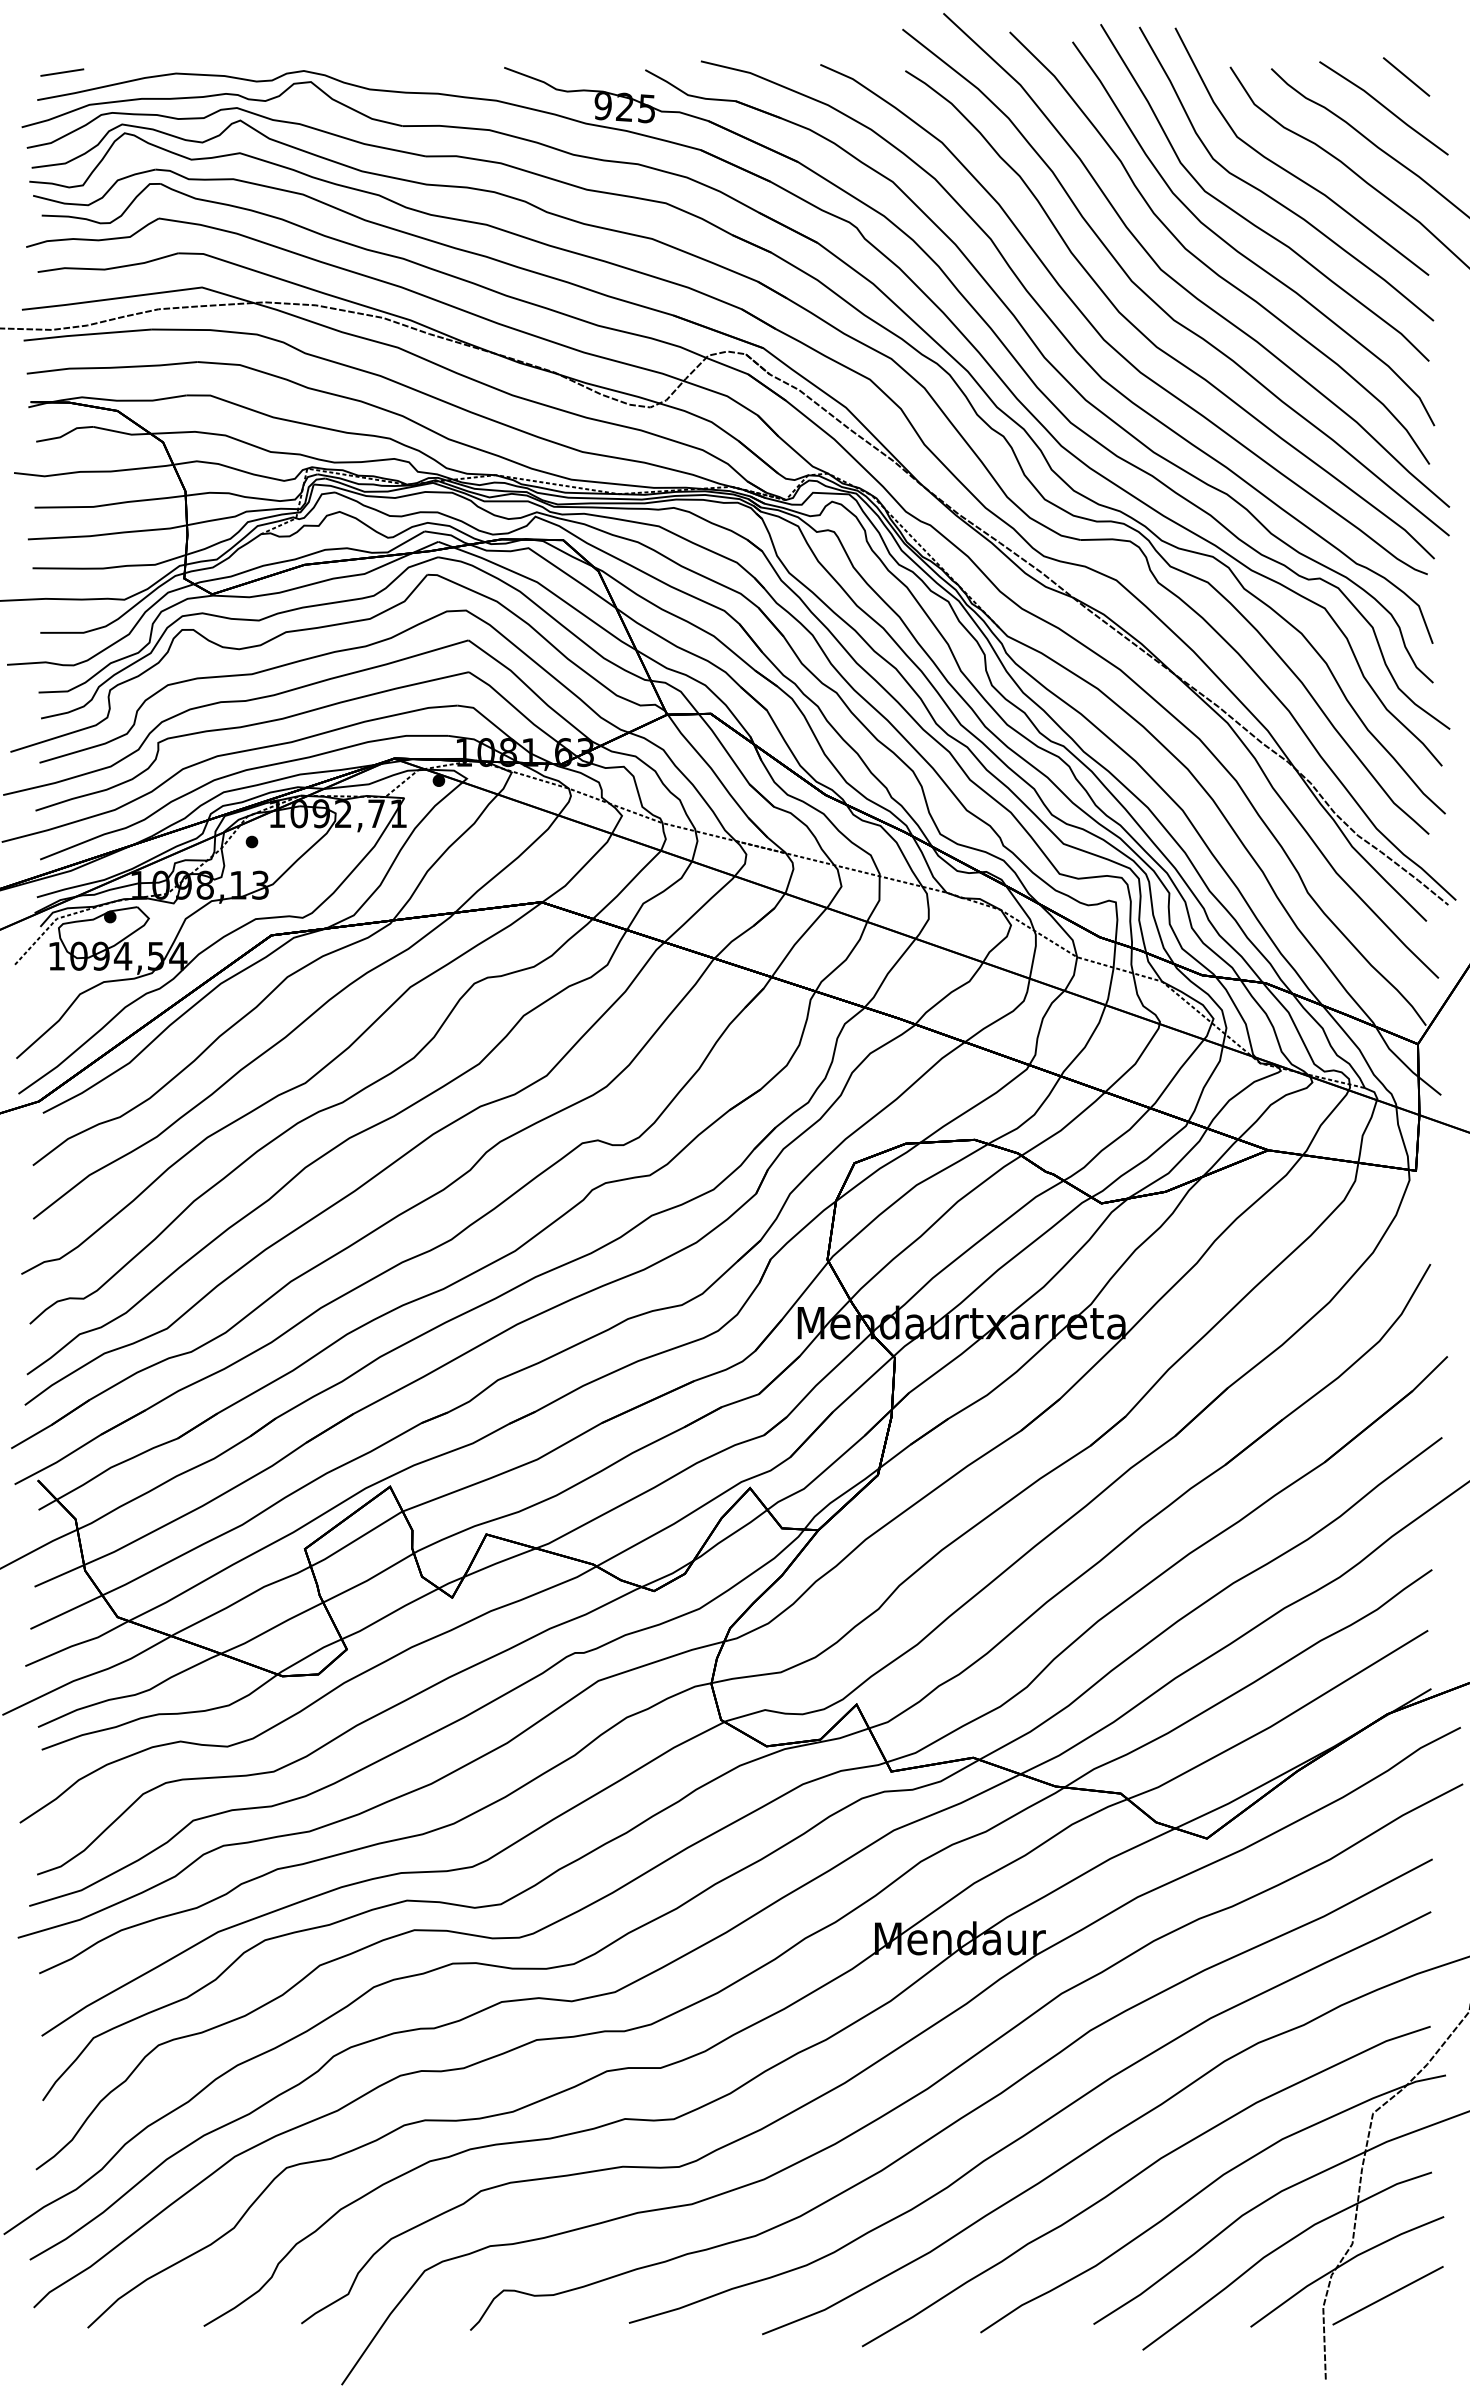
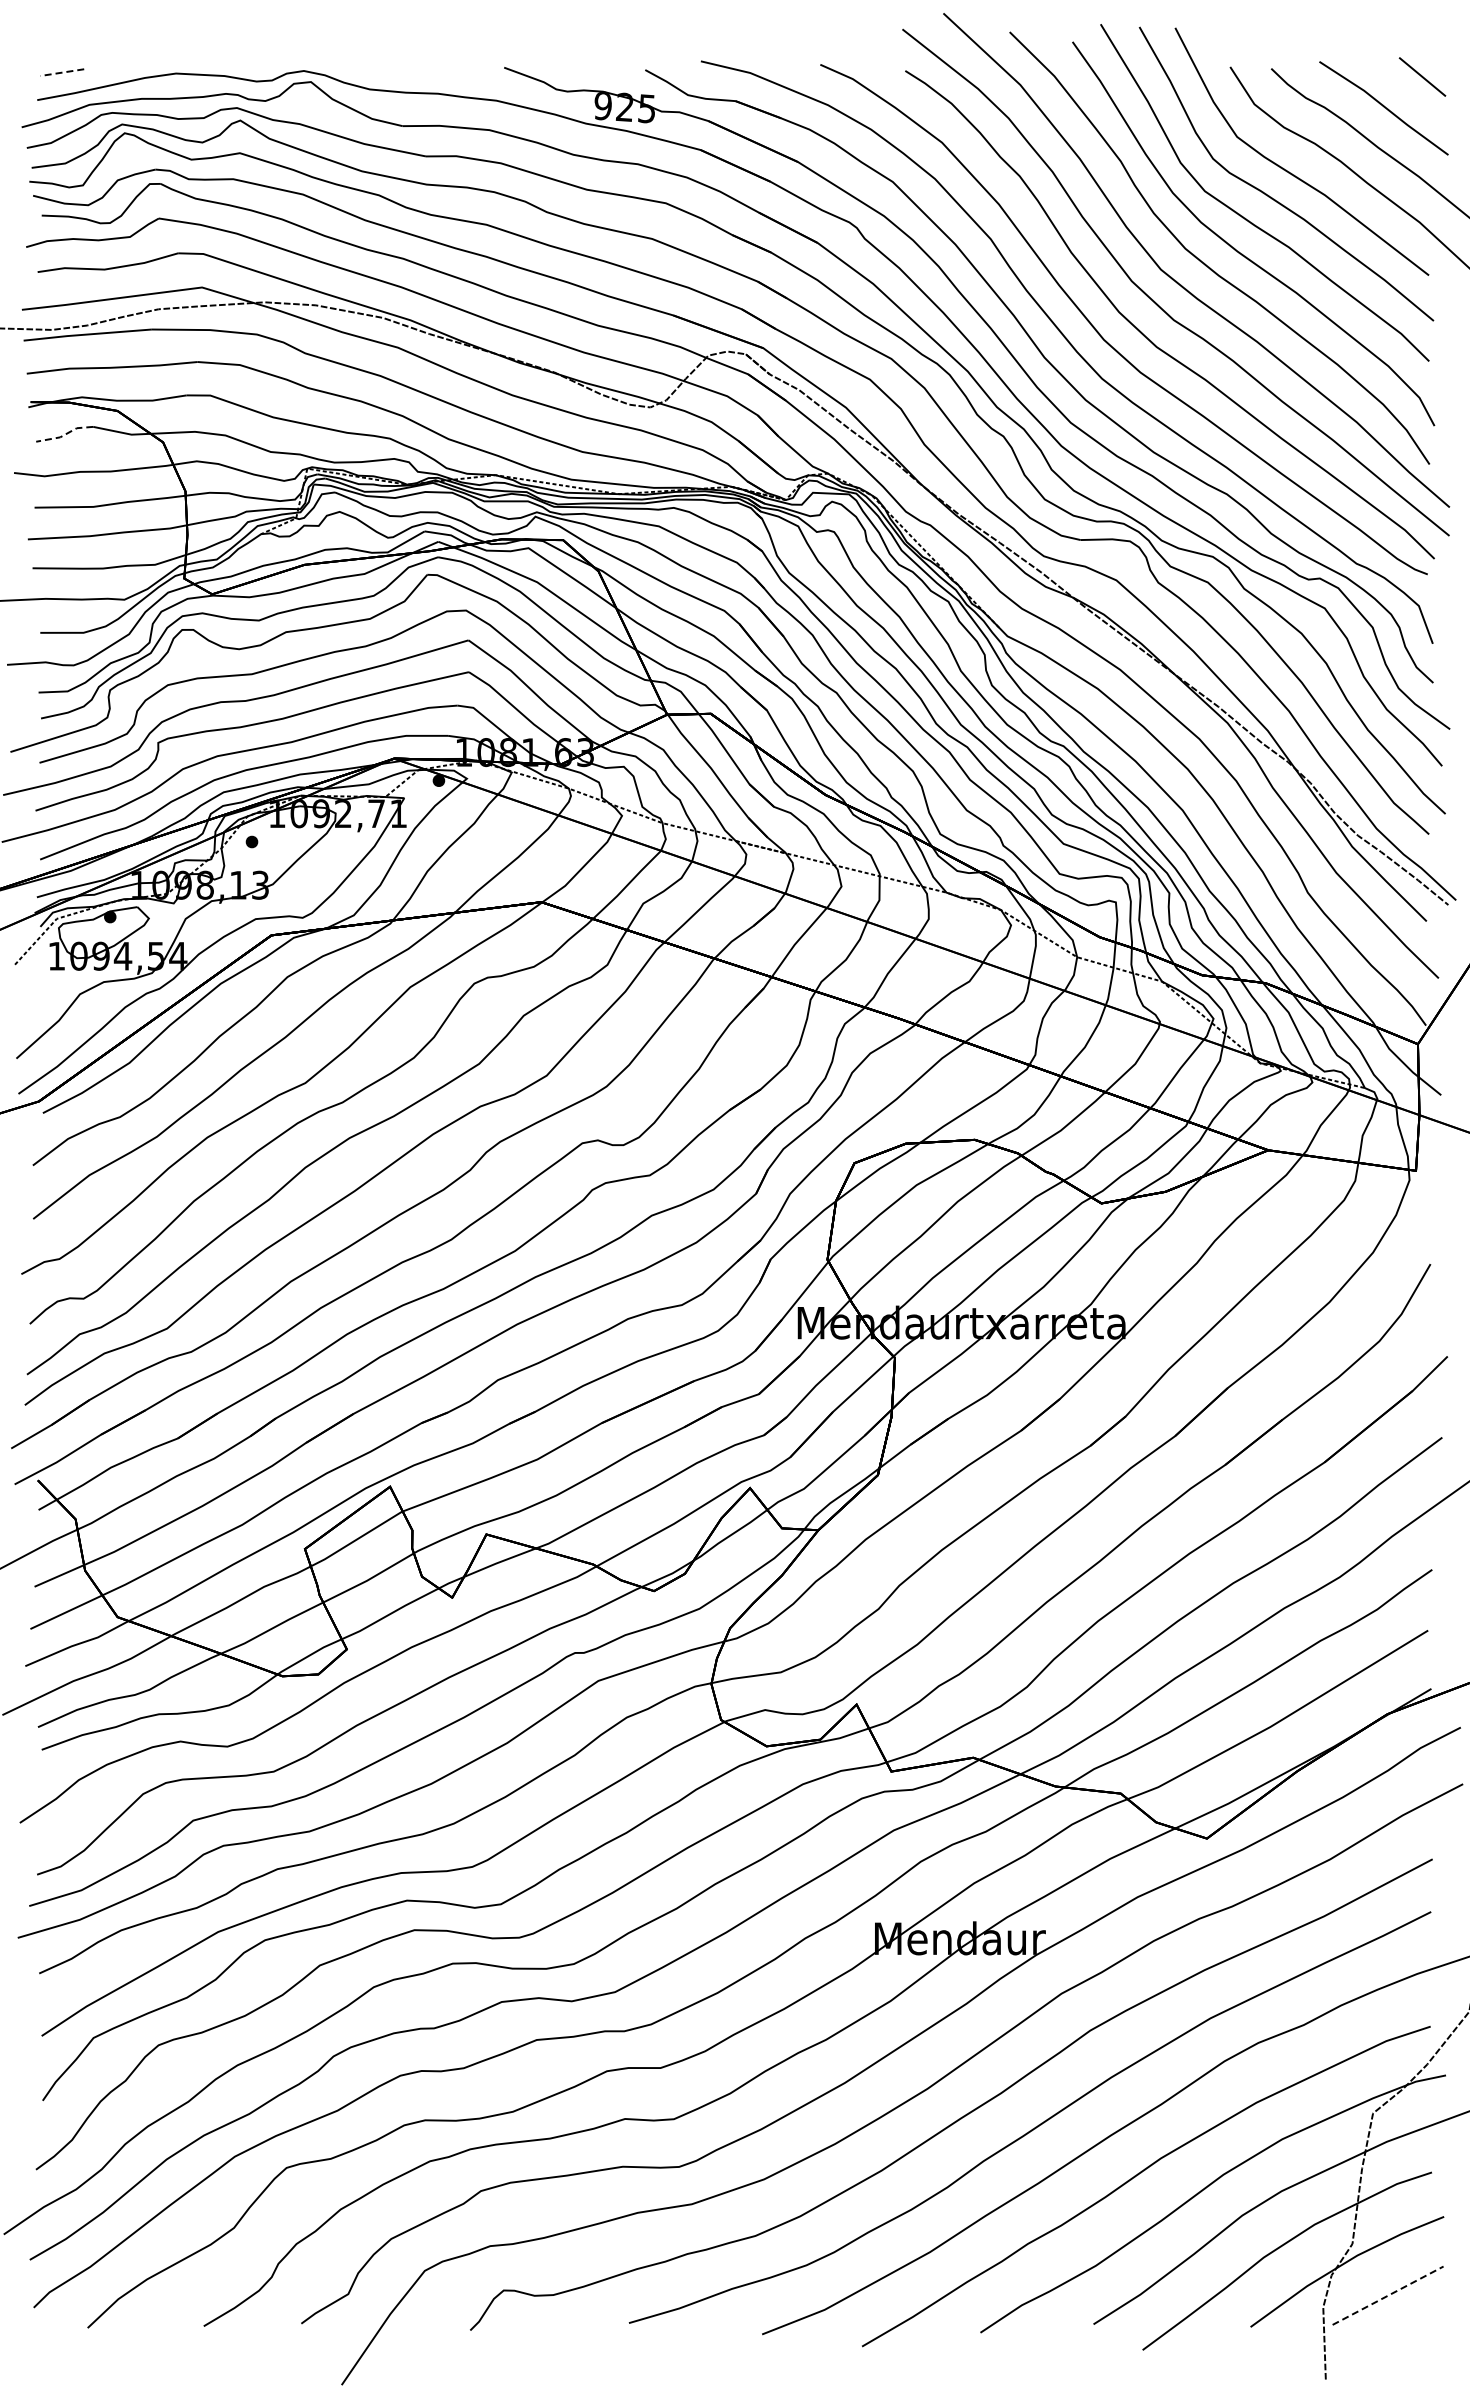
line at (61, 72): solid -> dashed
line at (1406, 76) position: (1406, 76) -> (1422, 76)
line at (64, 434): solid -> dashed
line at (1388, 2295): solid -> dashed
